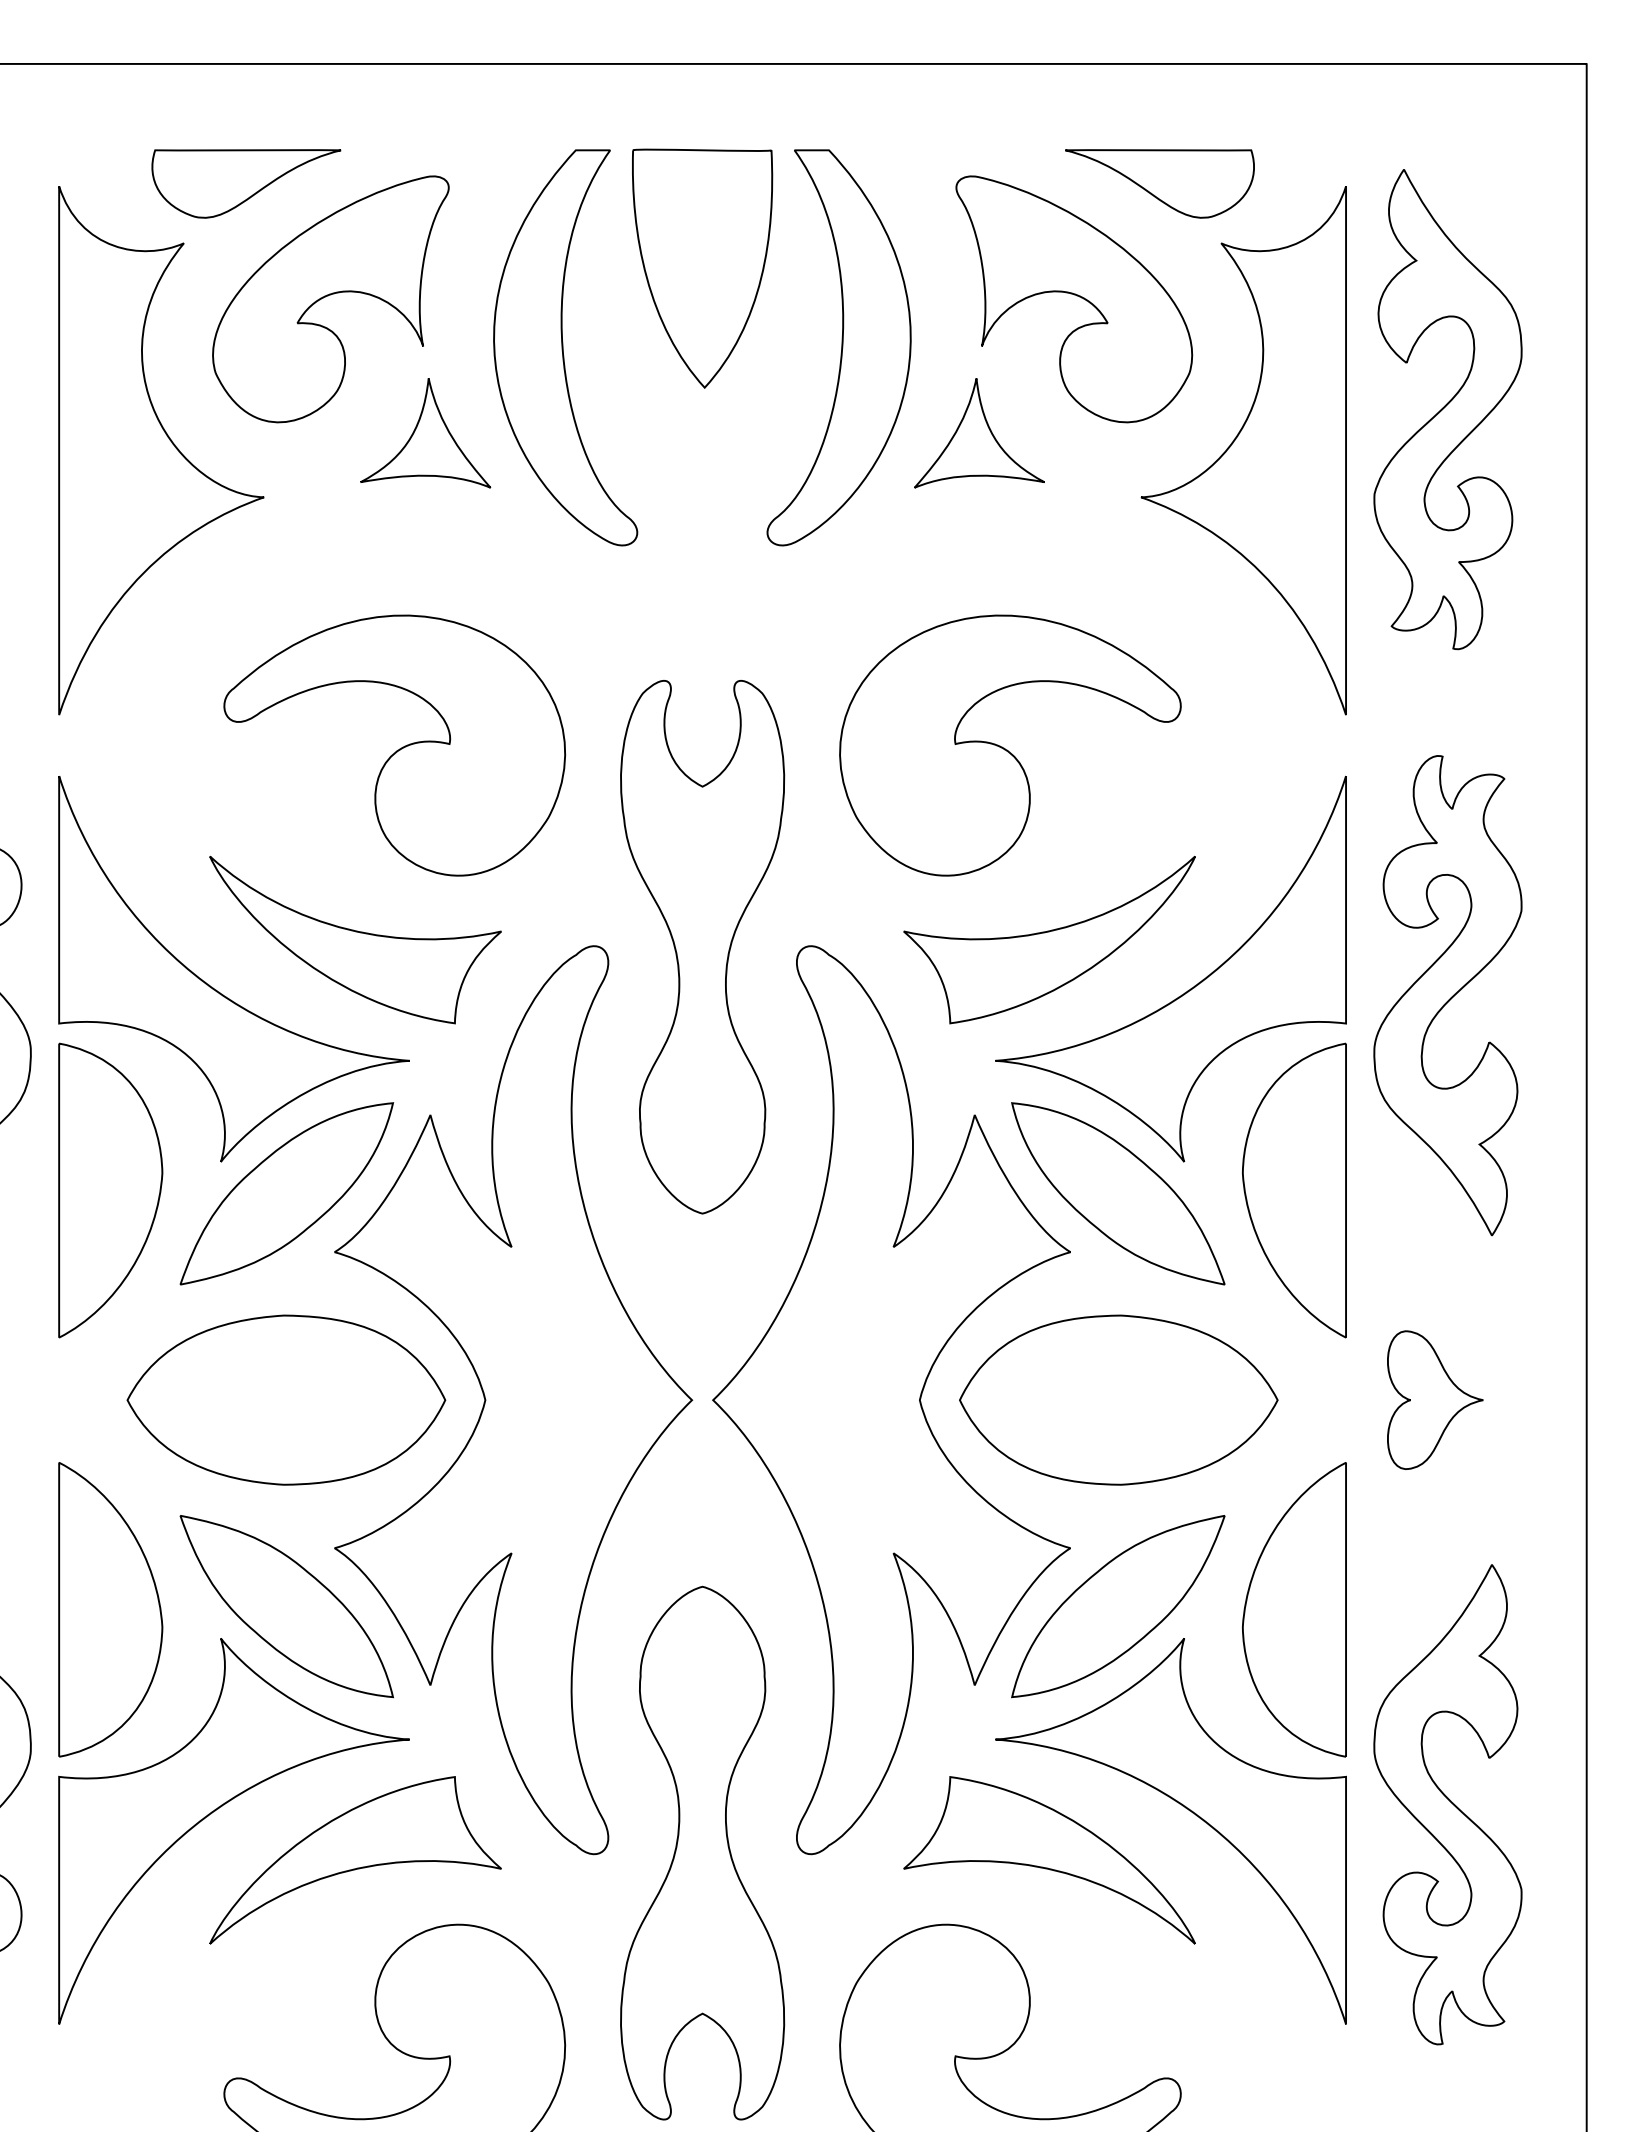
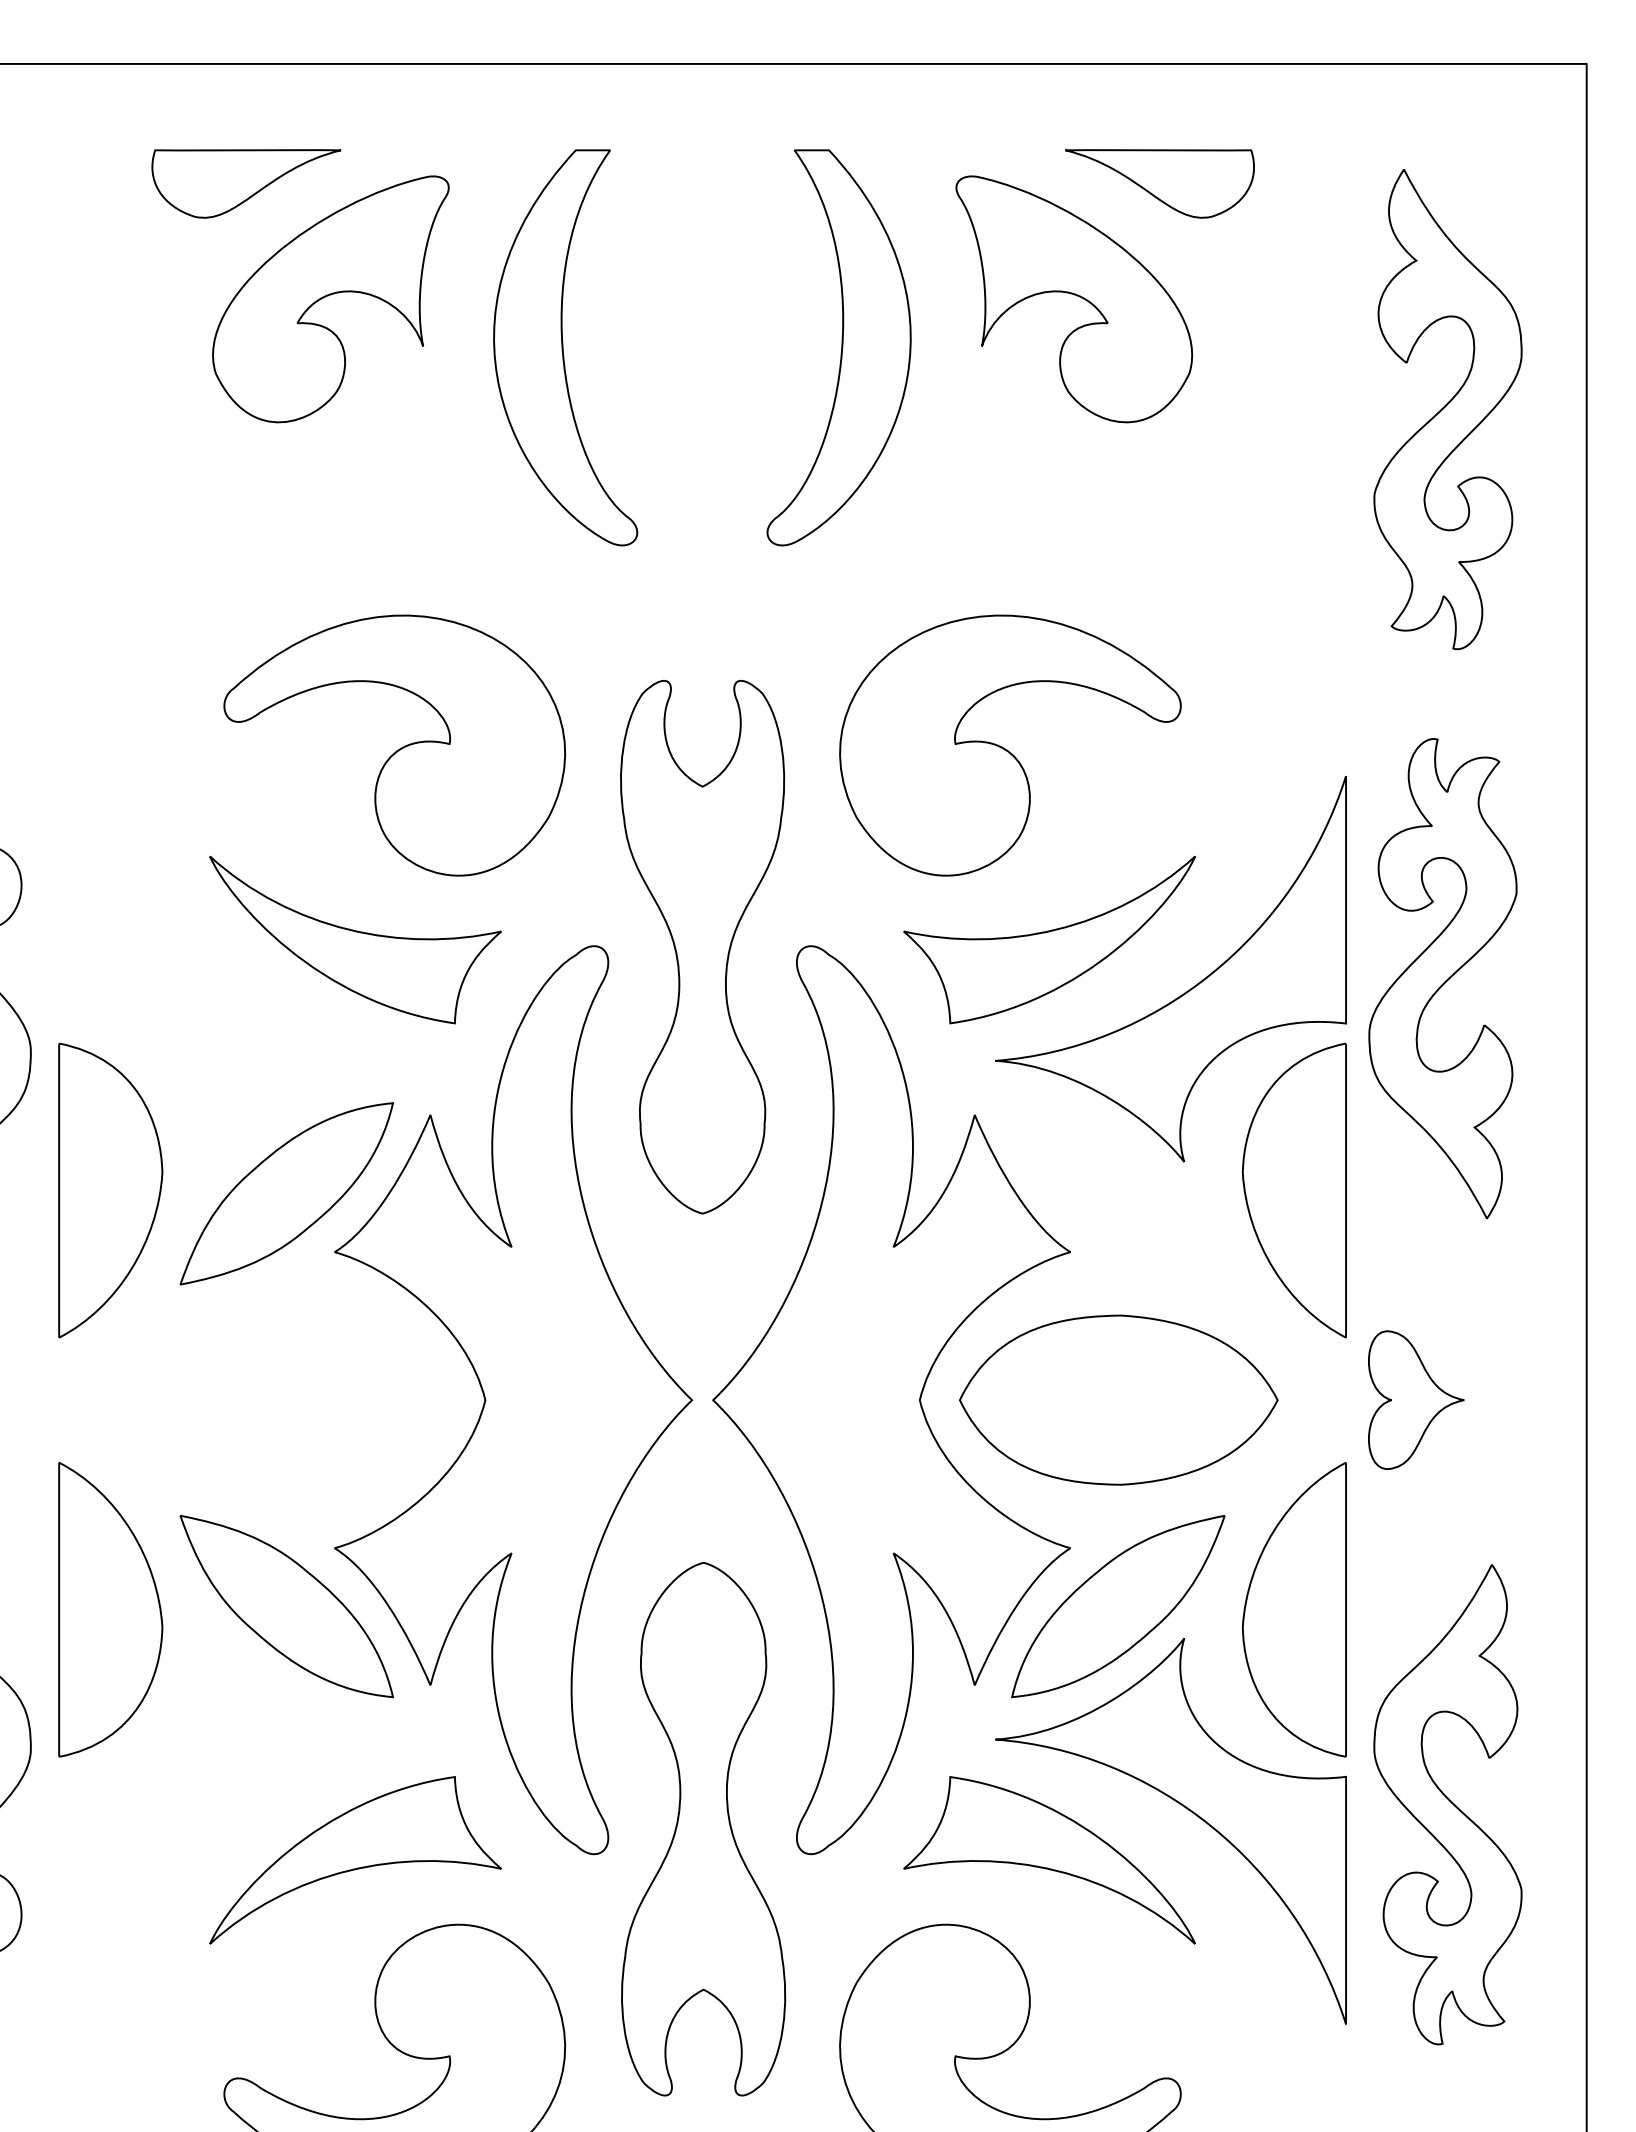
part at (702, 268): present -> none
part at (425, 433): present -> none
part at (979, 433): present -> none
part at (161, 450): present -> none
part at (1243, 450): present -> none
part at (219, 991): present -> none
part at (1447, 995) position: (1447, 995) -> (1442, 978)
part at (1118, 1193): present -> none
part at (286, 1399): present -> none
part at (1435, 1399) position: (1435, 1399) -> (1416, 1399)
part at (218, 1809): present -> none
part at (702, 1852) position: (702, 1852) -> (703, 1828)
